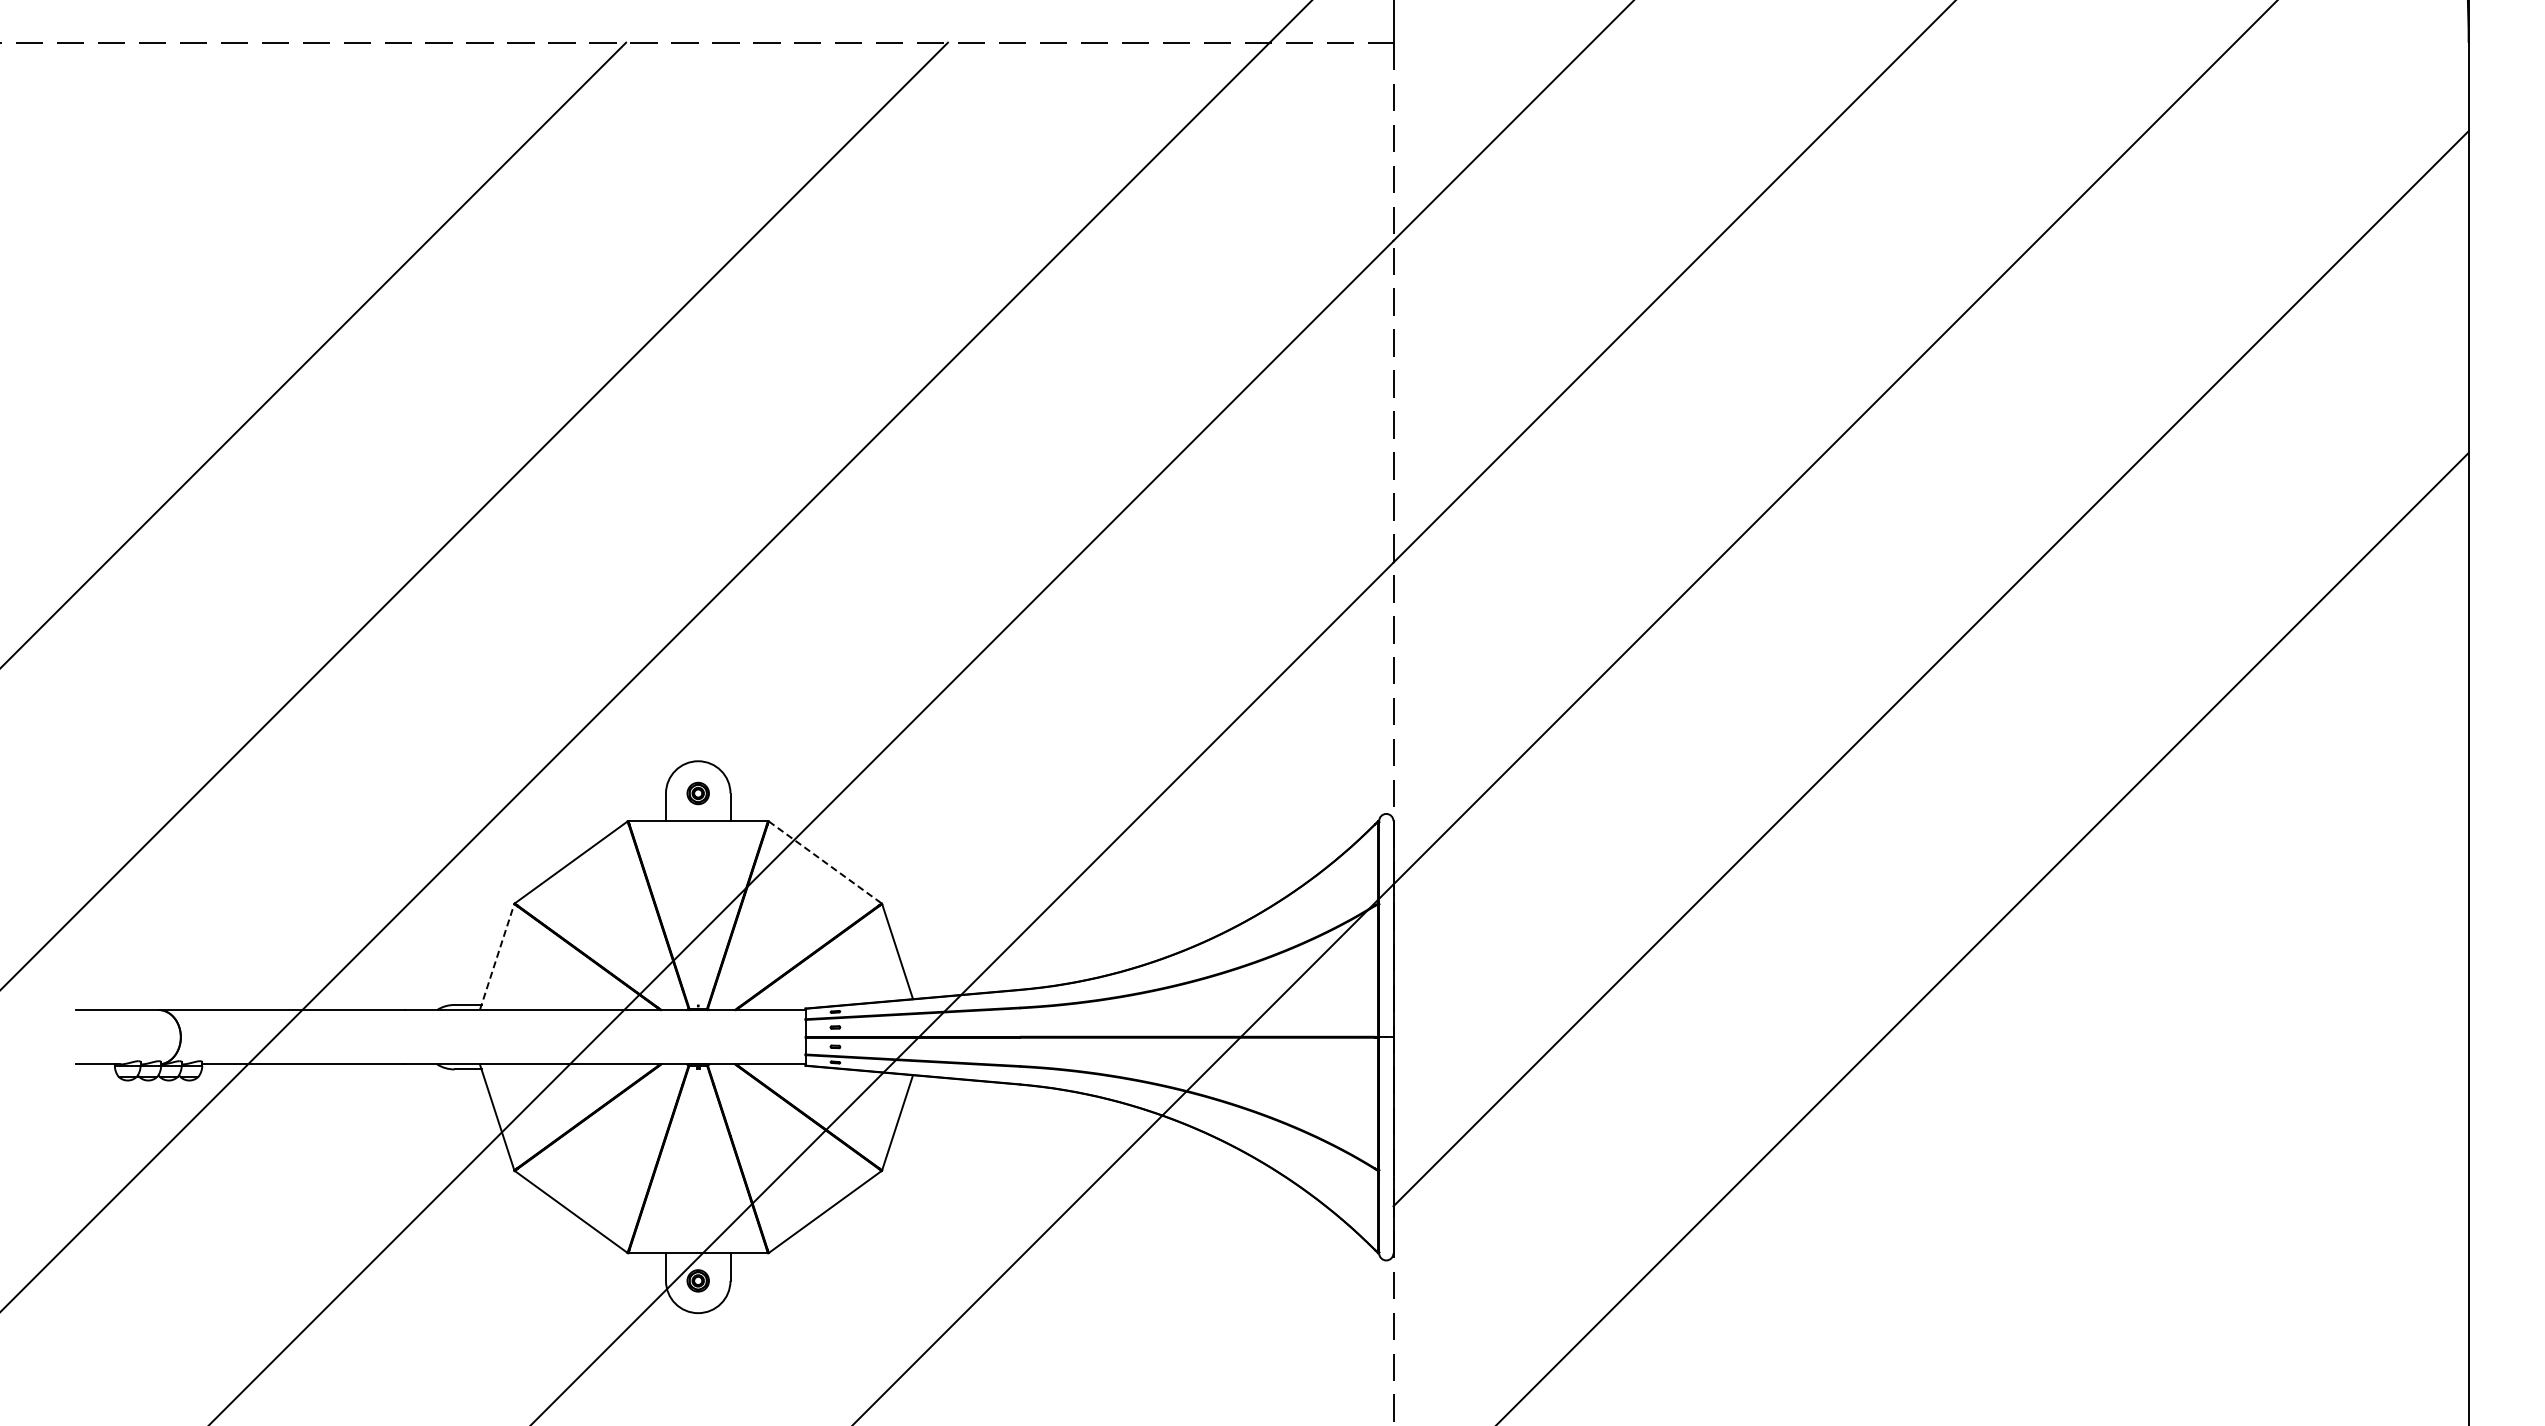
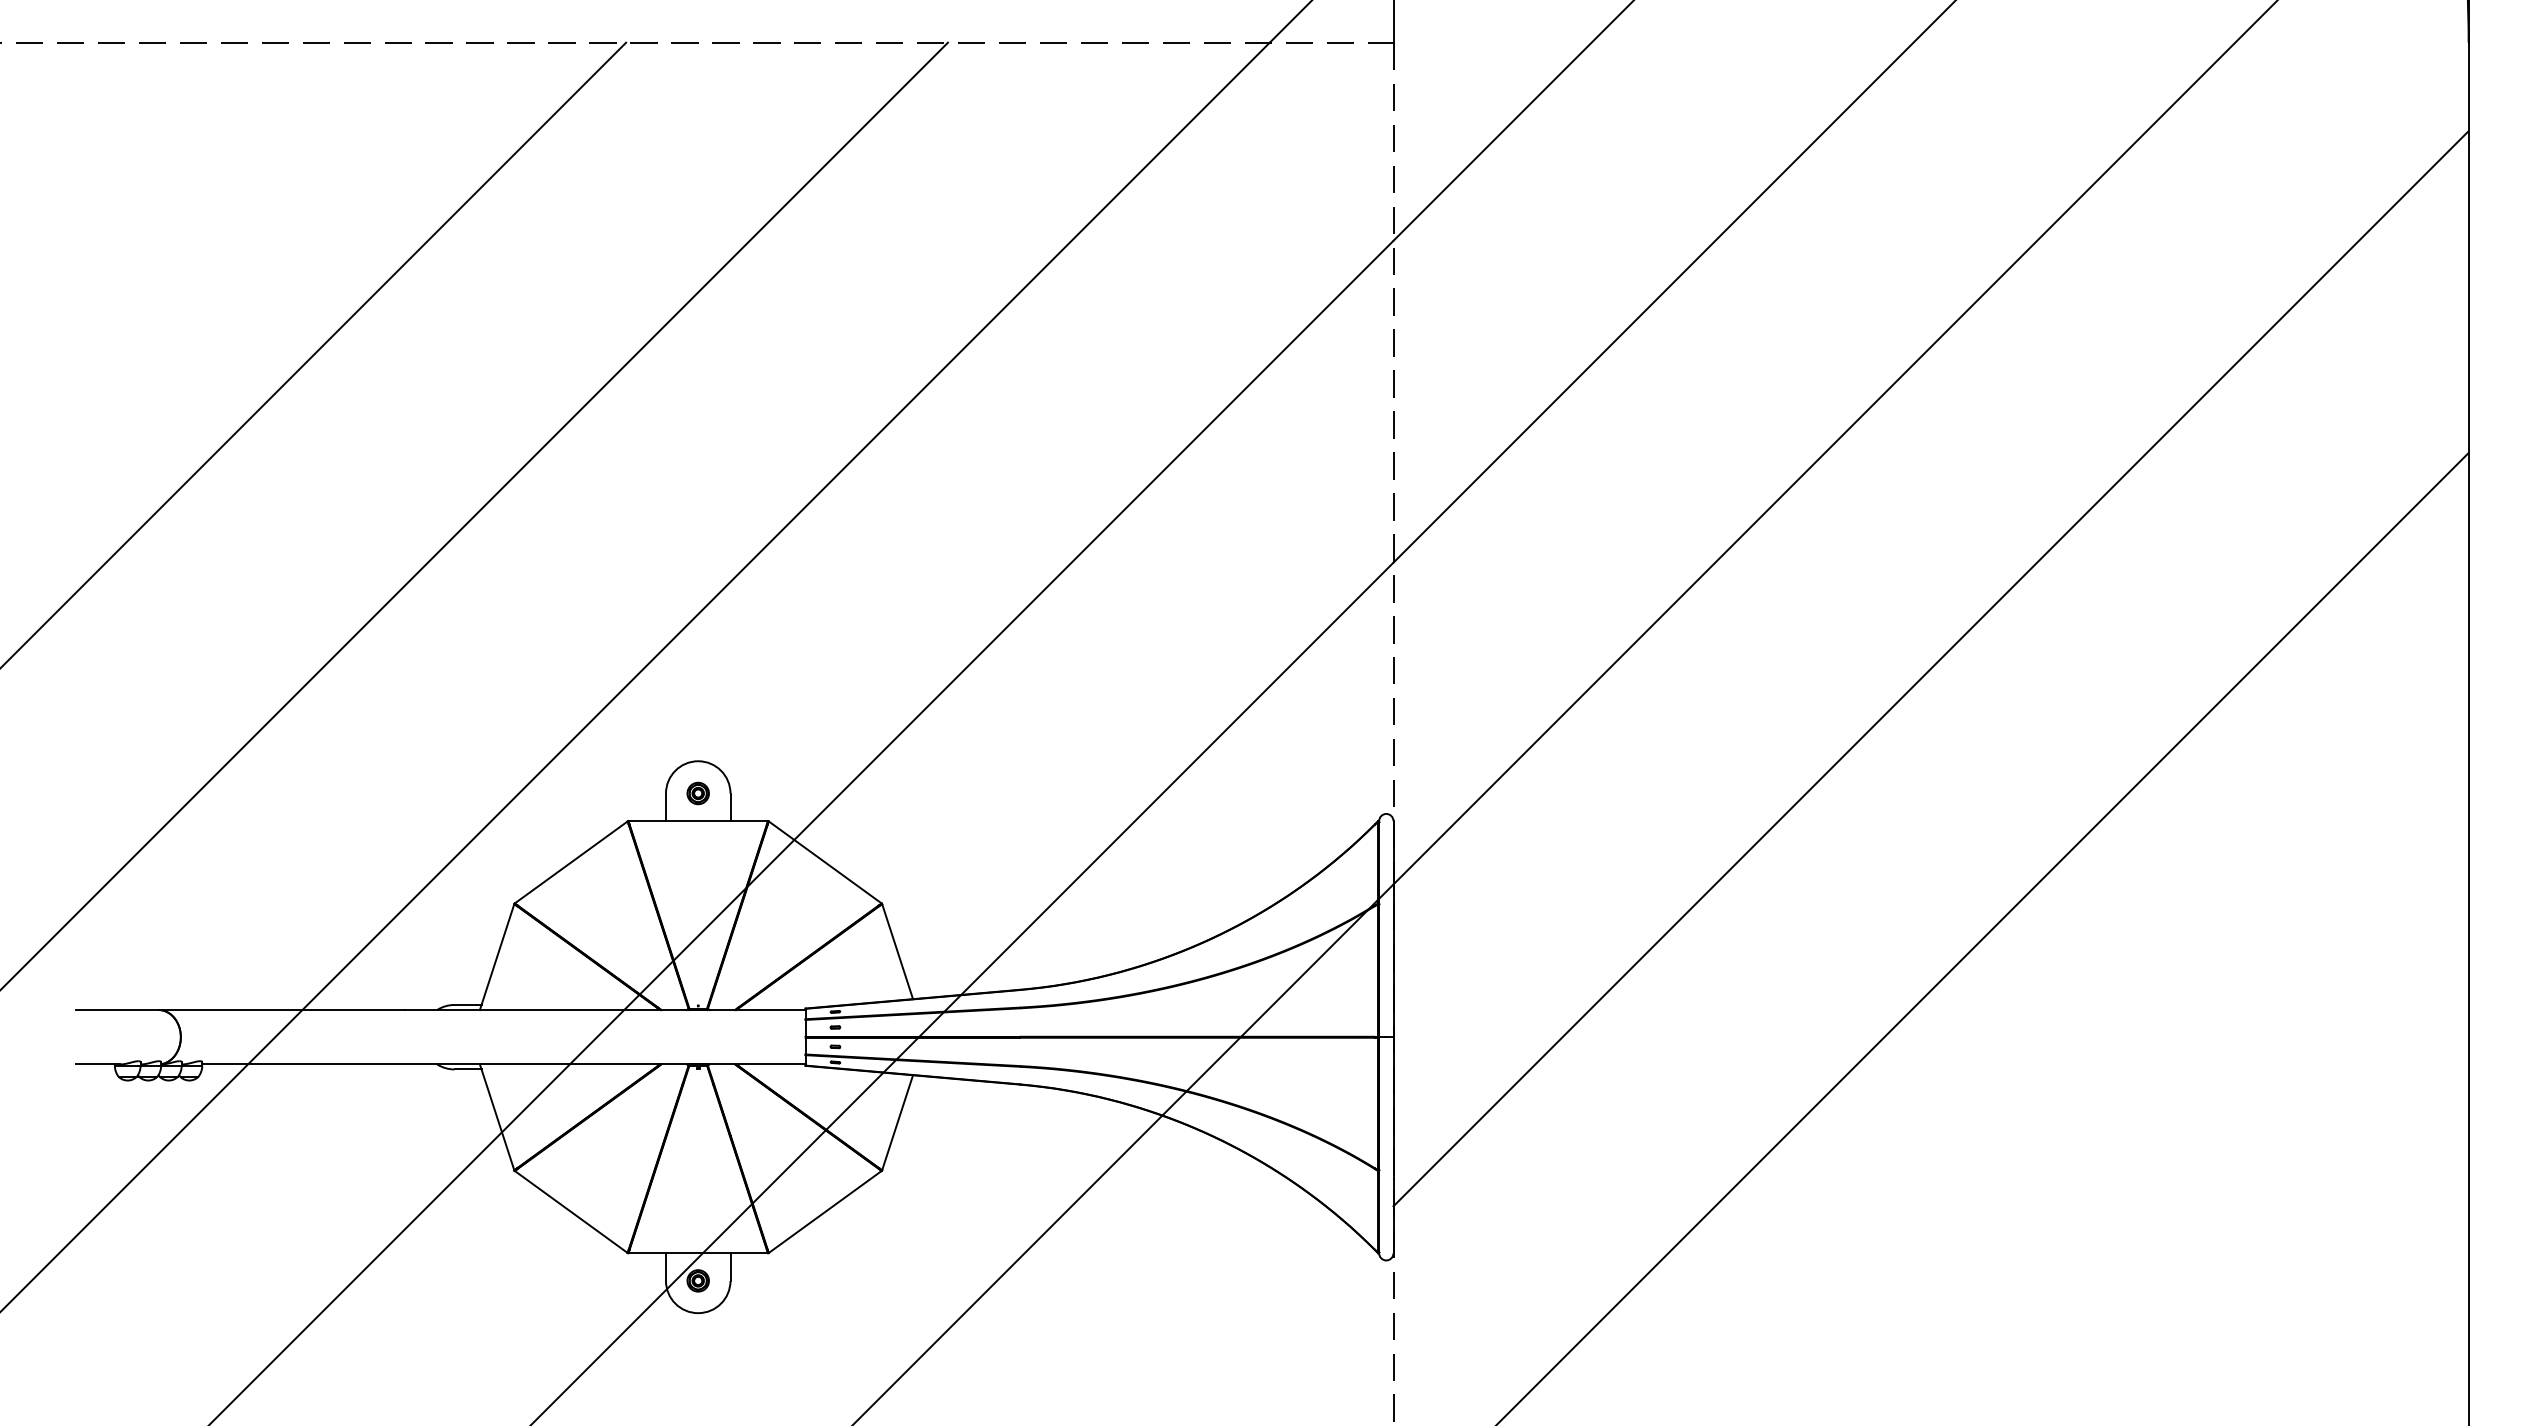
line at (825, 862): dashed -> solid
line at (497, 957): dashed -> solid
